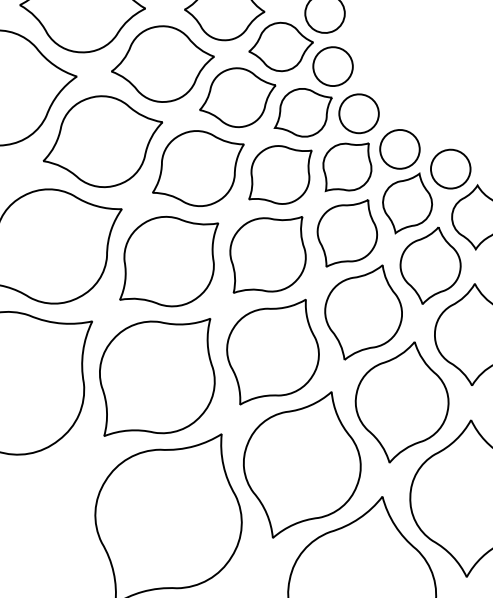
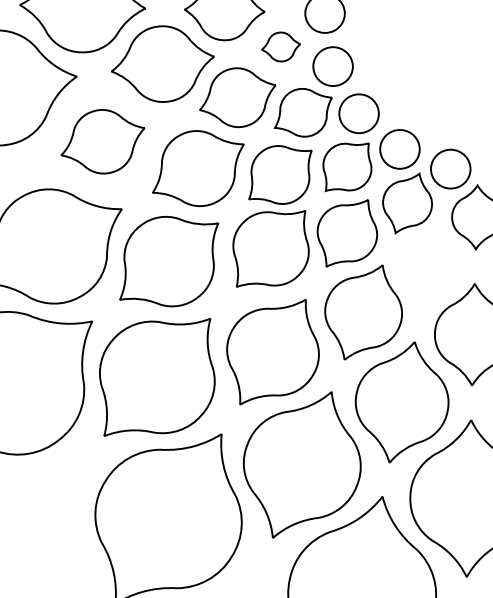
part at (280, 46) size: 66x52 px -> 40x32 px
part at (102, 141) size: 122x94 px -> 86x66 px
part at (267, 254) position: (267, 254) -> (270, 248)
part at (430, 265): present -> none
